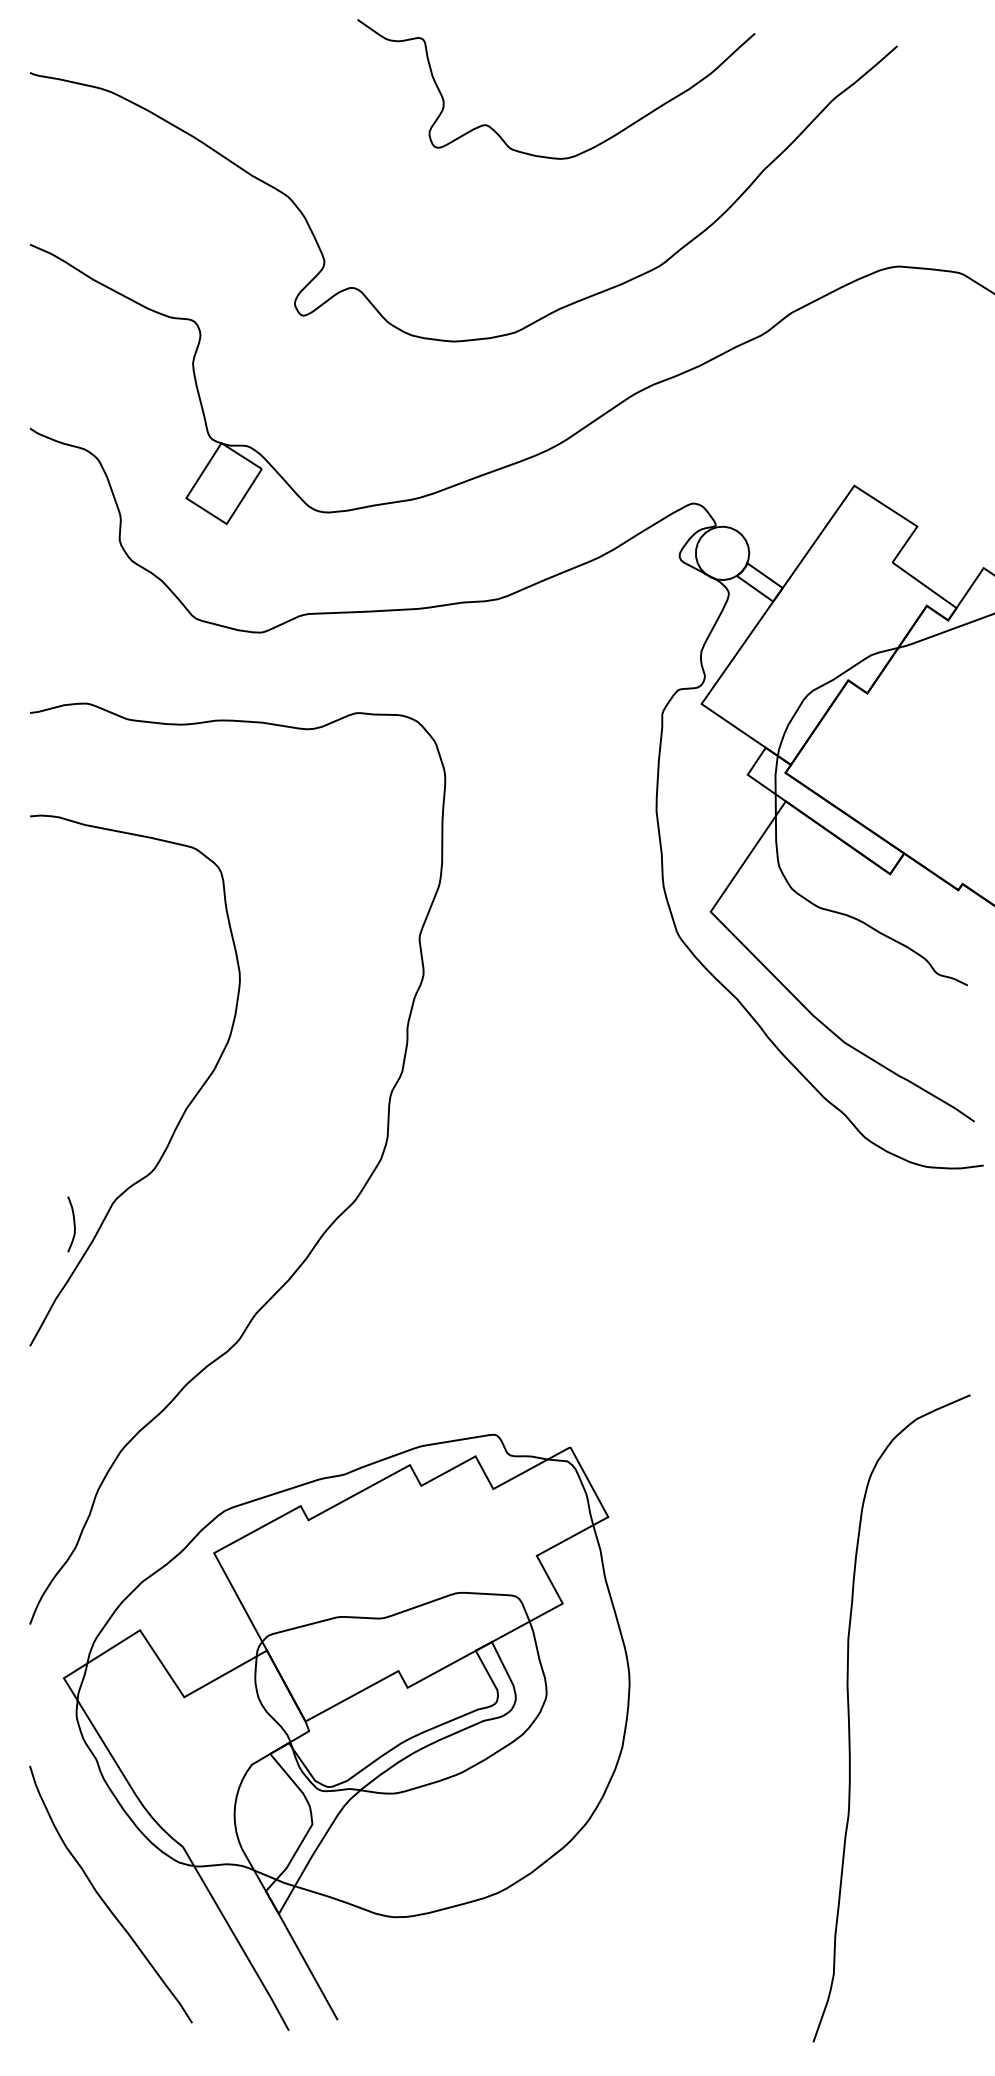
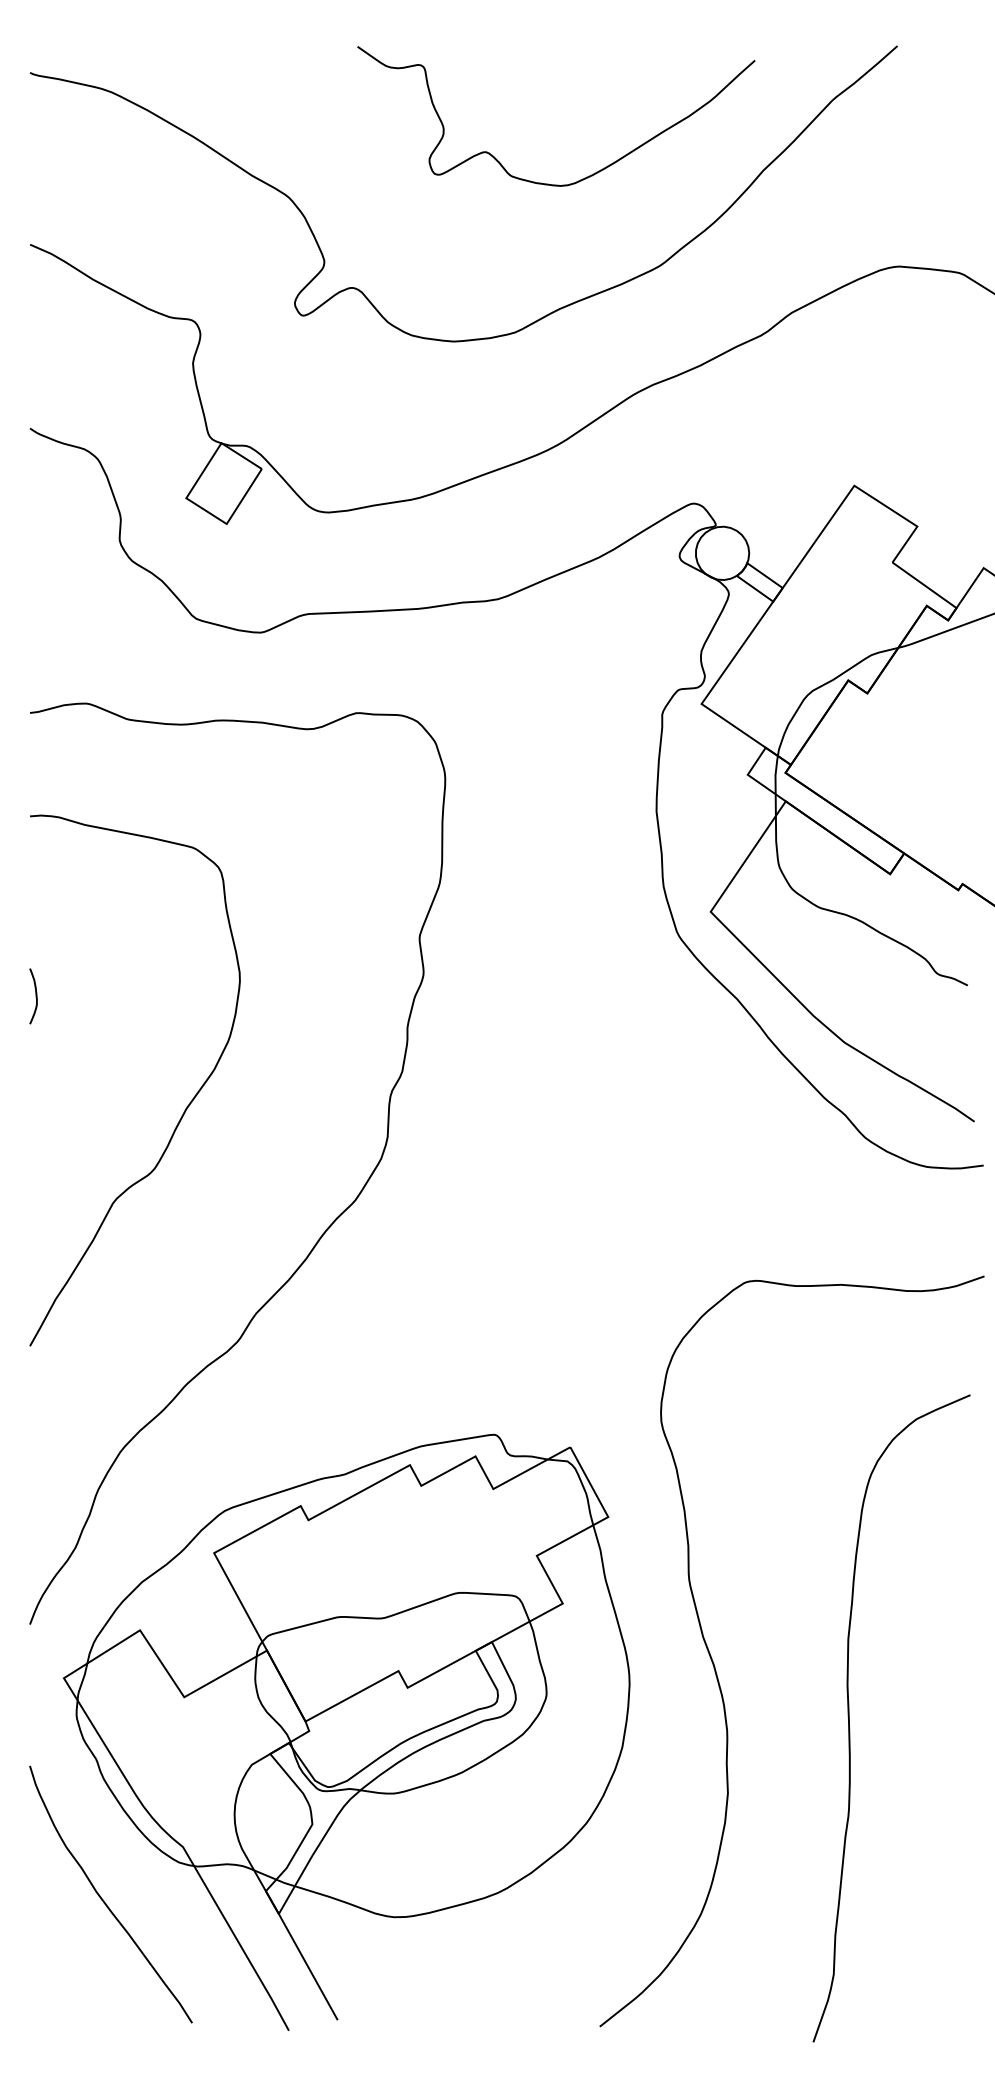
curve at (584, 150) position: (584, 150) -> (584, 177)
curve at (73, 1224) position: (73, 1224) -> (35, 996)
curve at (716, 1670): none -> present
